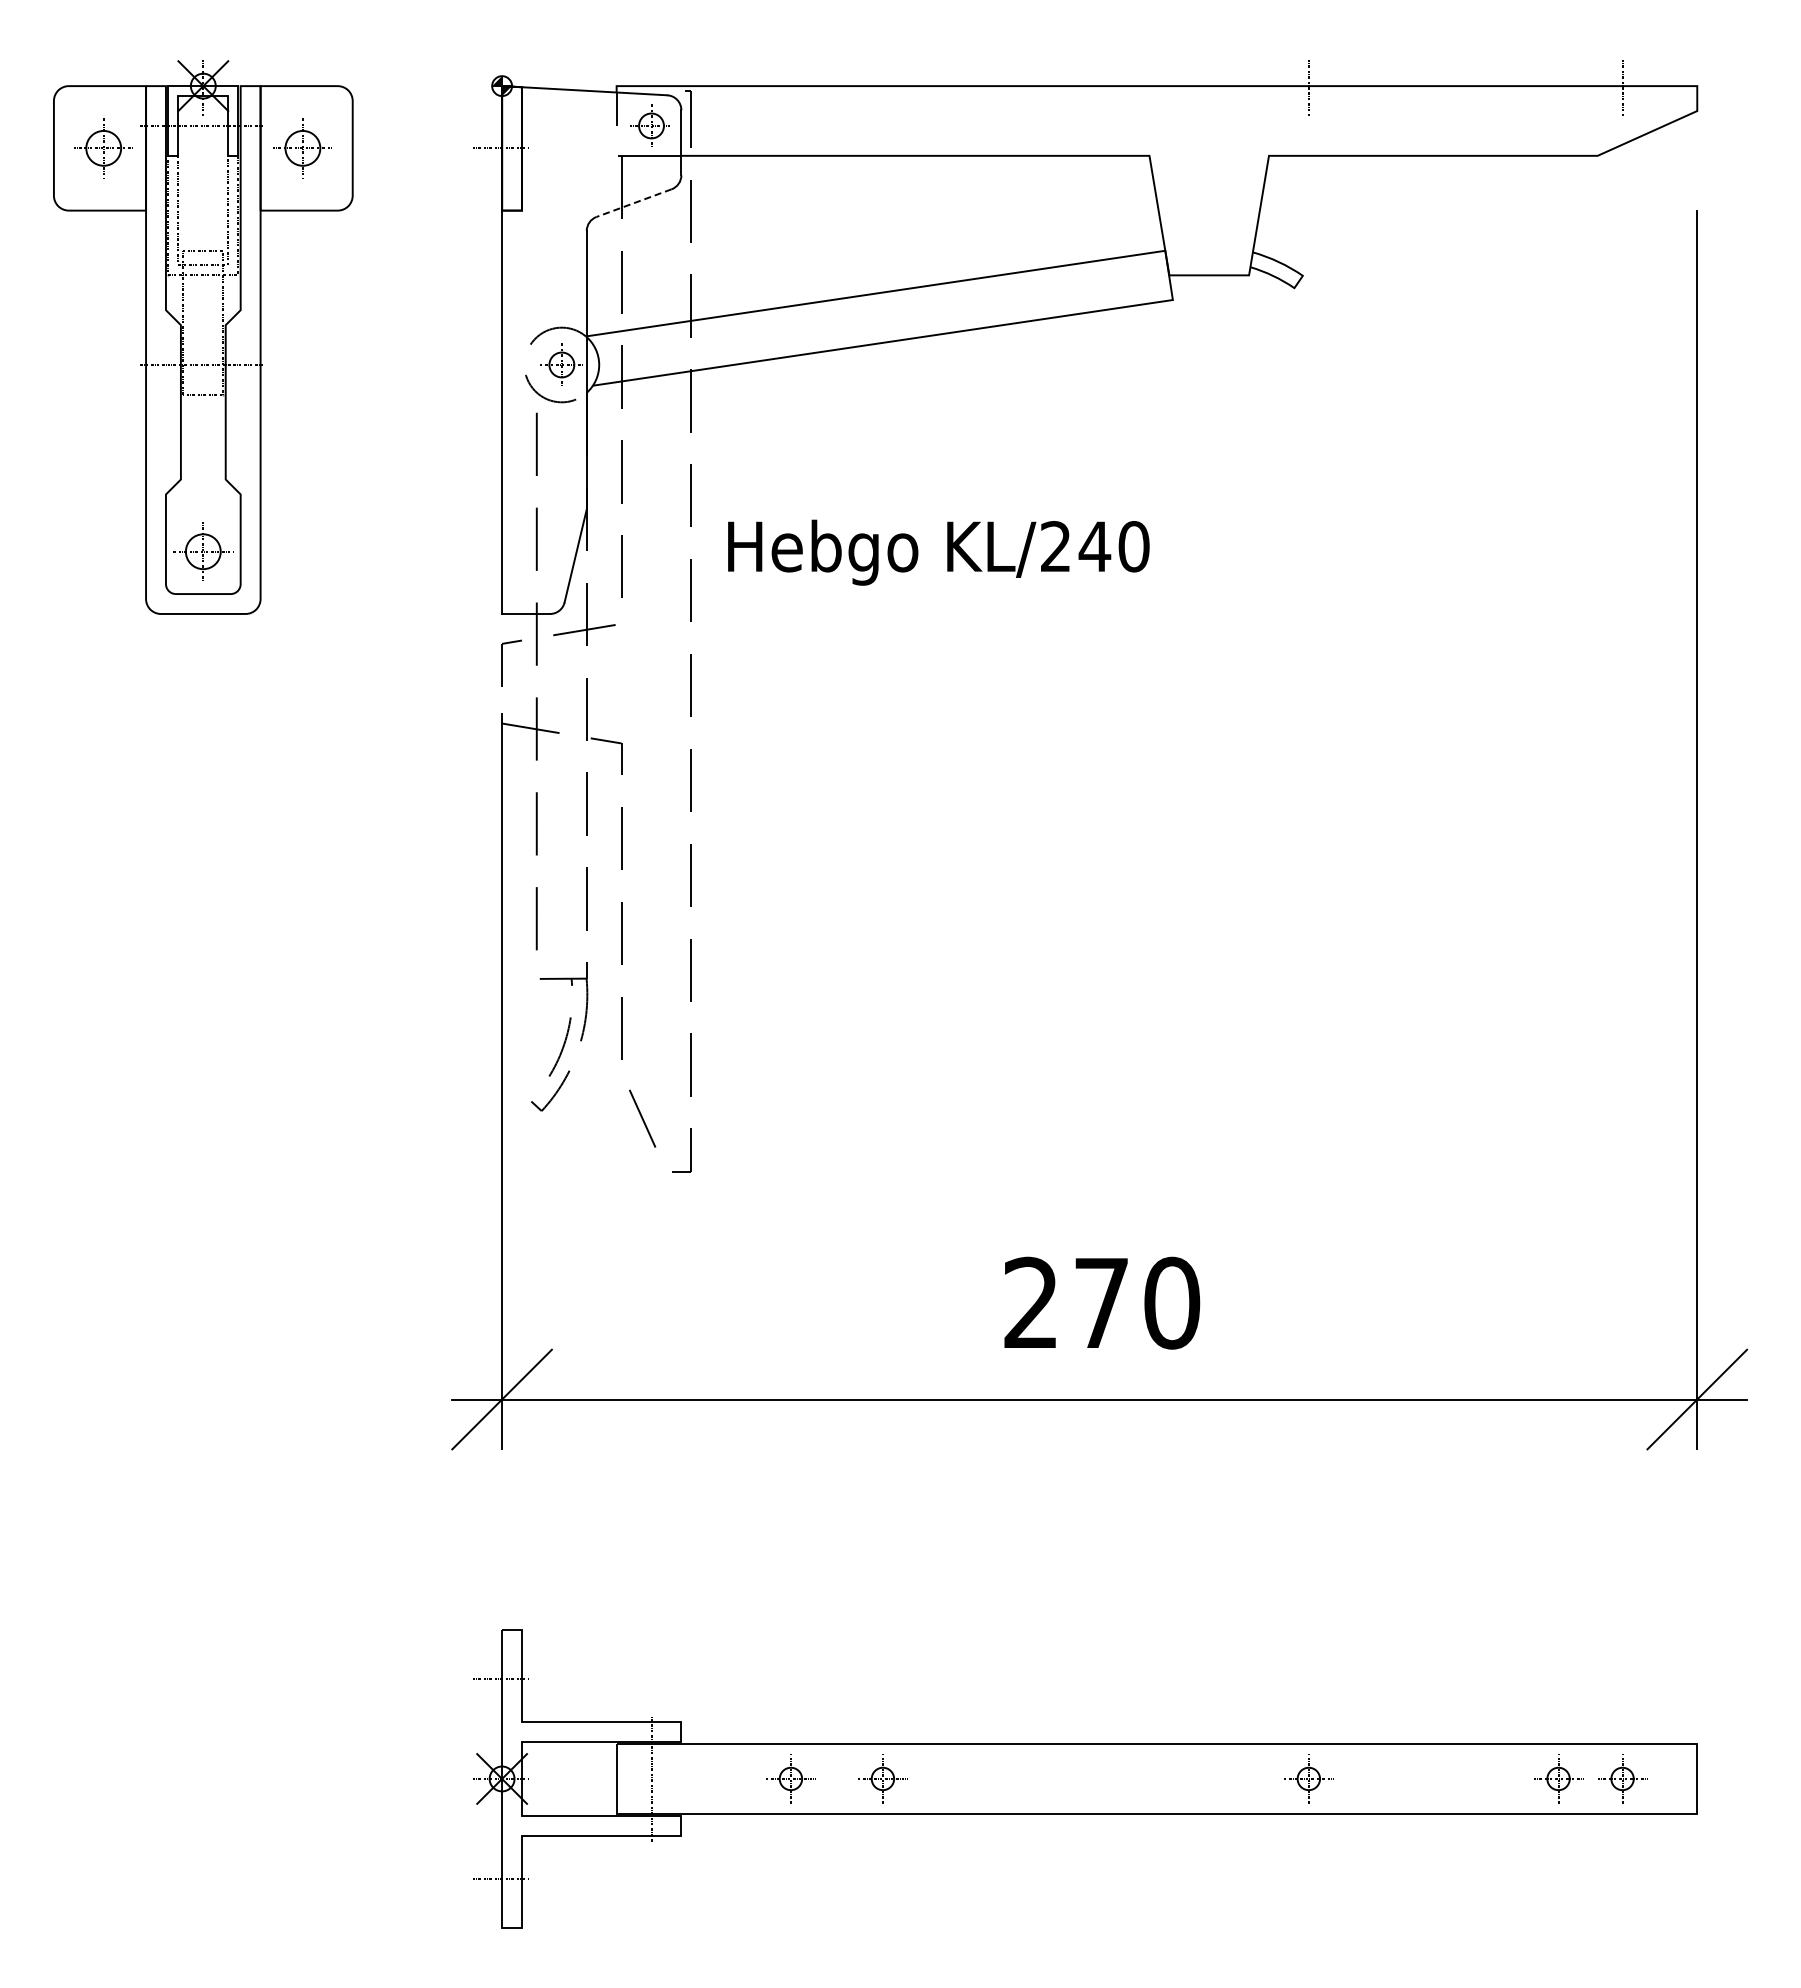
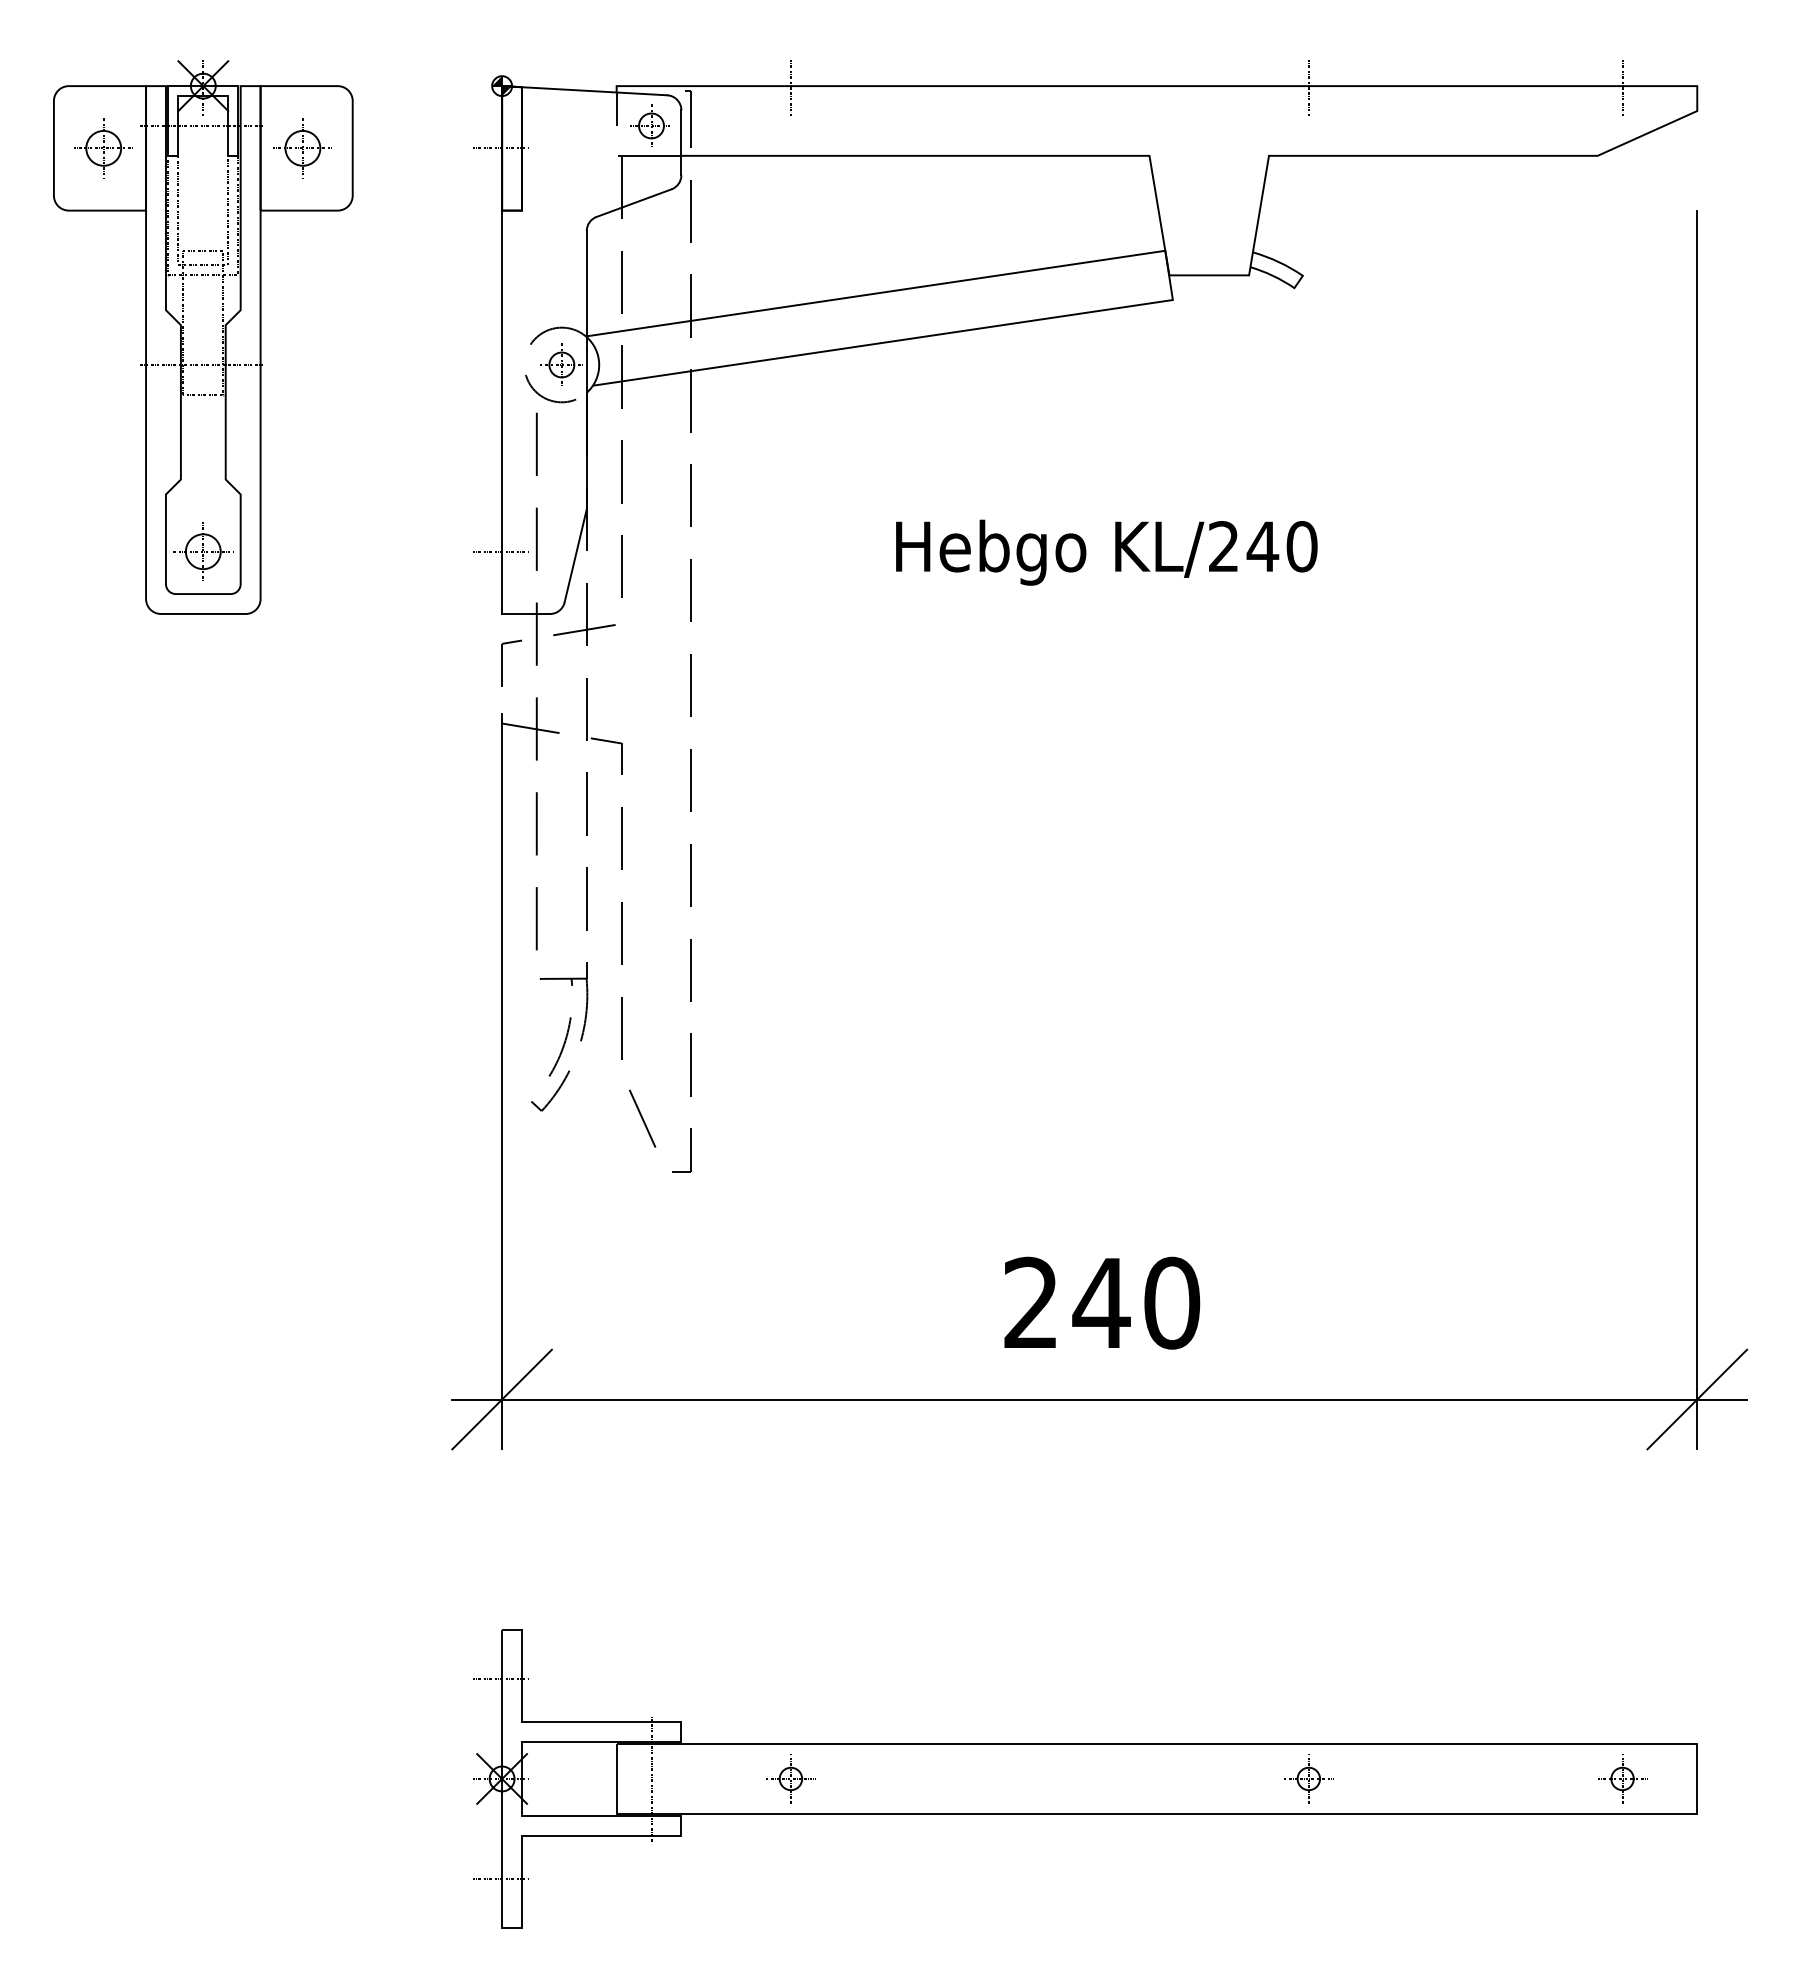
line at (790, 87): none -> present
line at (634, 203): dashed -> solid
line at (500, 551): none -> present
text at (938, 552) position: (938, 552) -> (1106, 552)
text at (1101, 1302): 270 -> 240
part at (882, 1778): present -> none
part at (1558, 1778): present -> none
